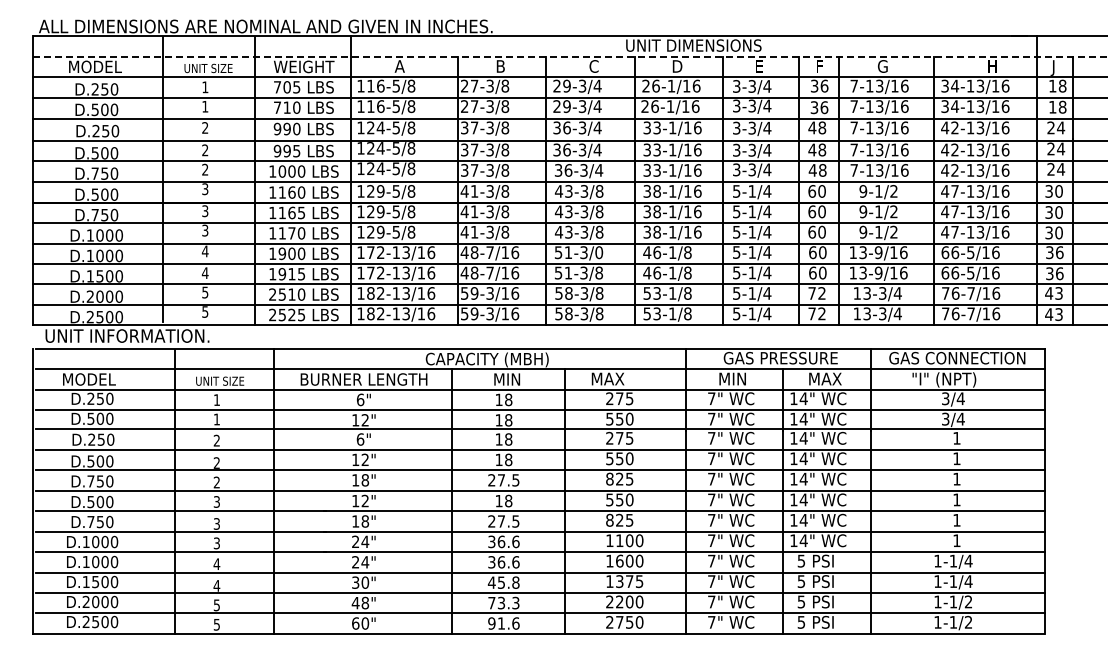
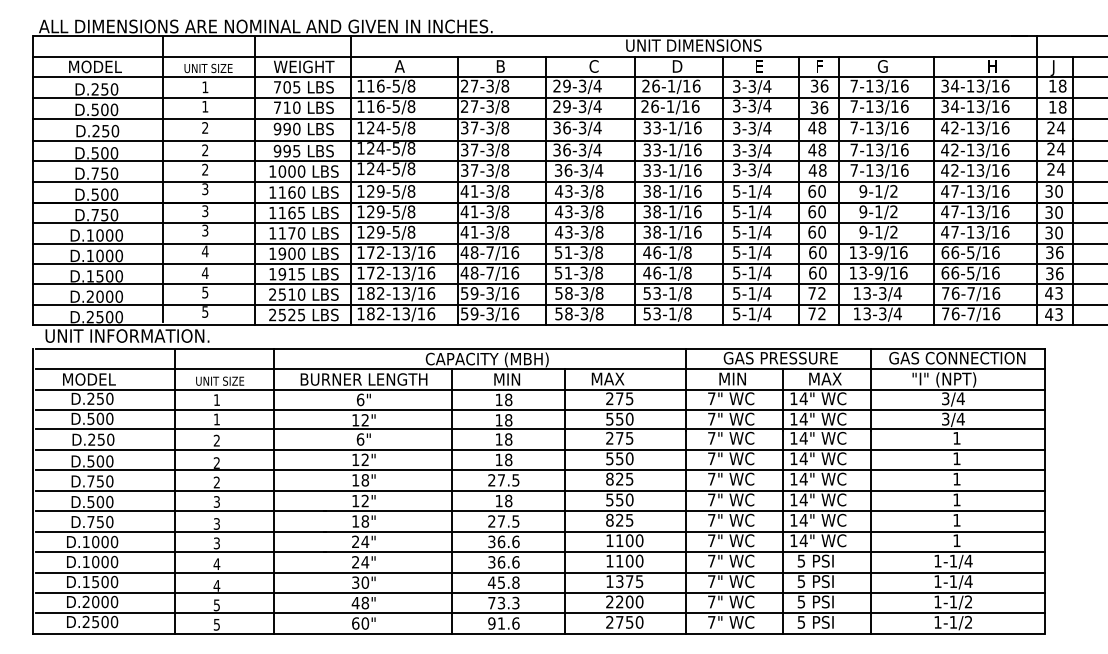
line at (571, 56): dashed -> solid
text at (599, 252): 51-3/0 -> 51-3/8
text at (619, 560): 1600 -> 1100
